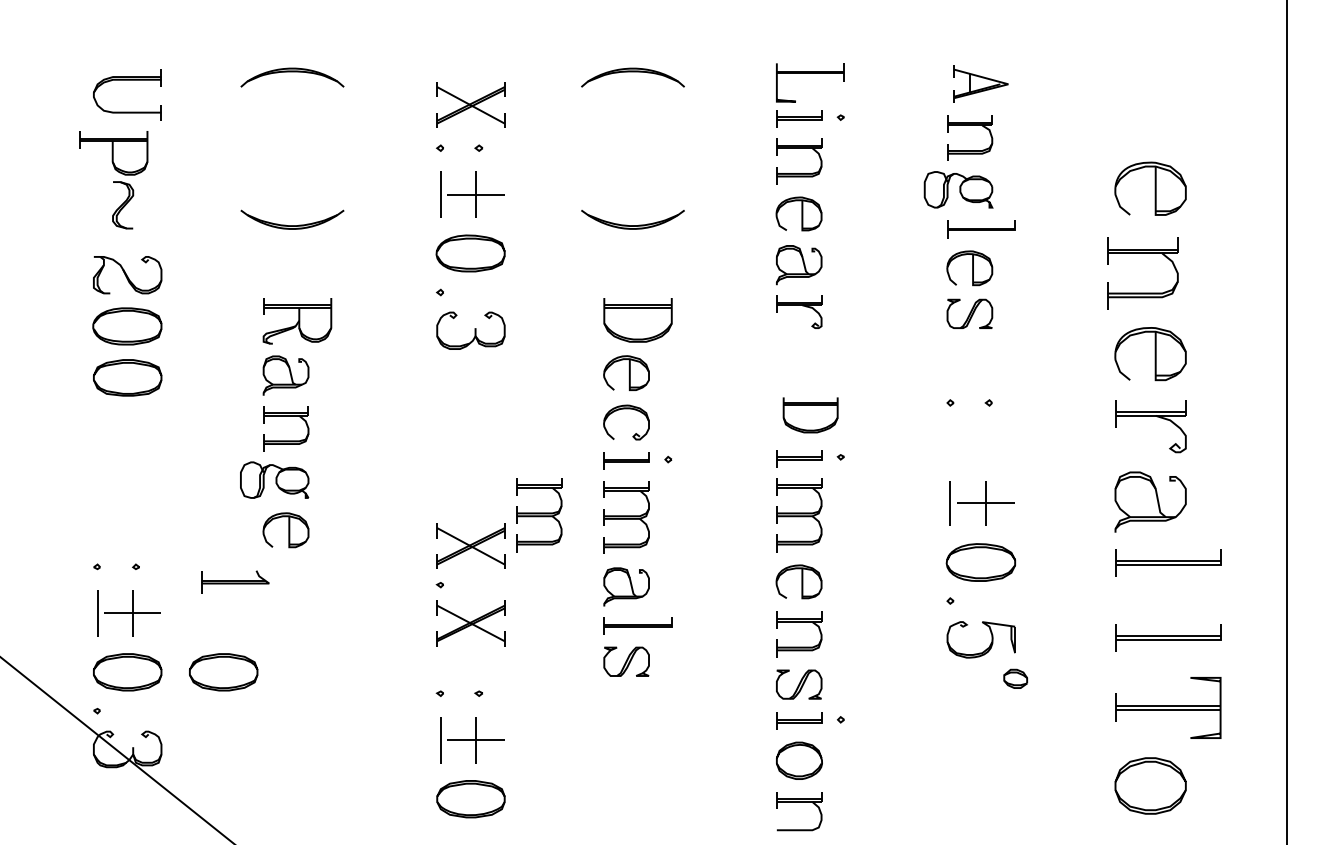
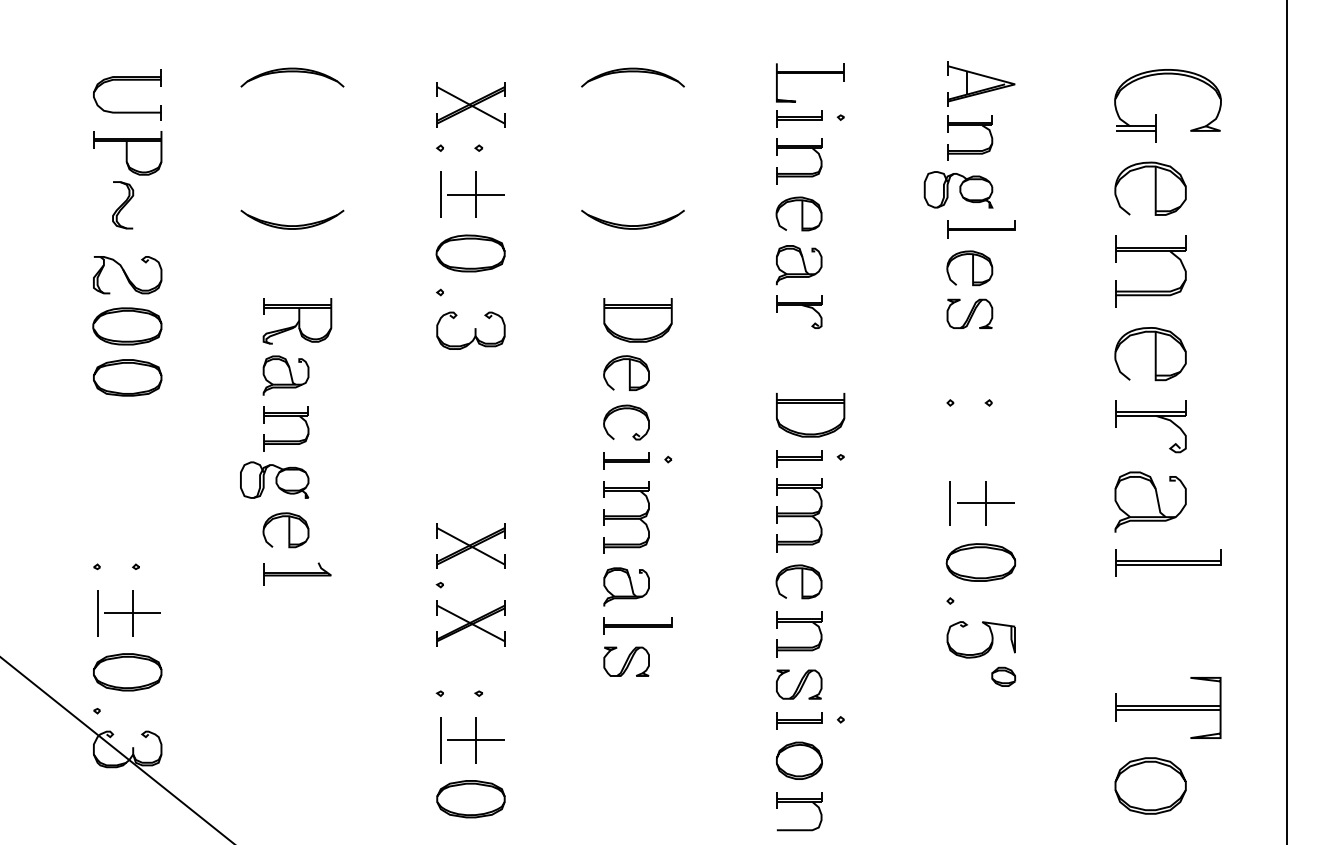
part at (980, 83) size: 56x38 px -> 69x46 px
part at (1156, 114): none -> present
part at (113, 153) position: (113, 153) -> (127, 153)
part at (1142, 292) position: (1142, 292) -> (1150, 290)
part at (810, 415) size: 57x37 px -> 70x45 px
part at (539, 515): present -> none
part at (235, 581) position: (235, 581) -> (297, 573)
part at (1168, 637): present -> none
part at (223, 672): present -> none
part at (1015, 678) position: (1015, 678) -> (1003, 676)
